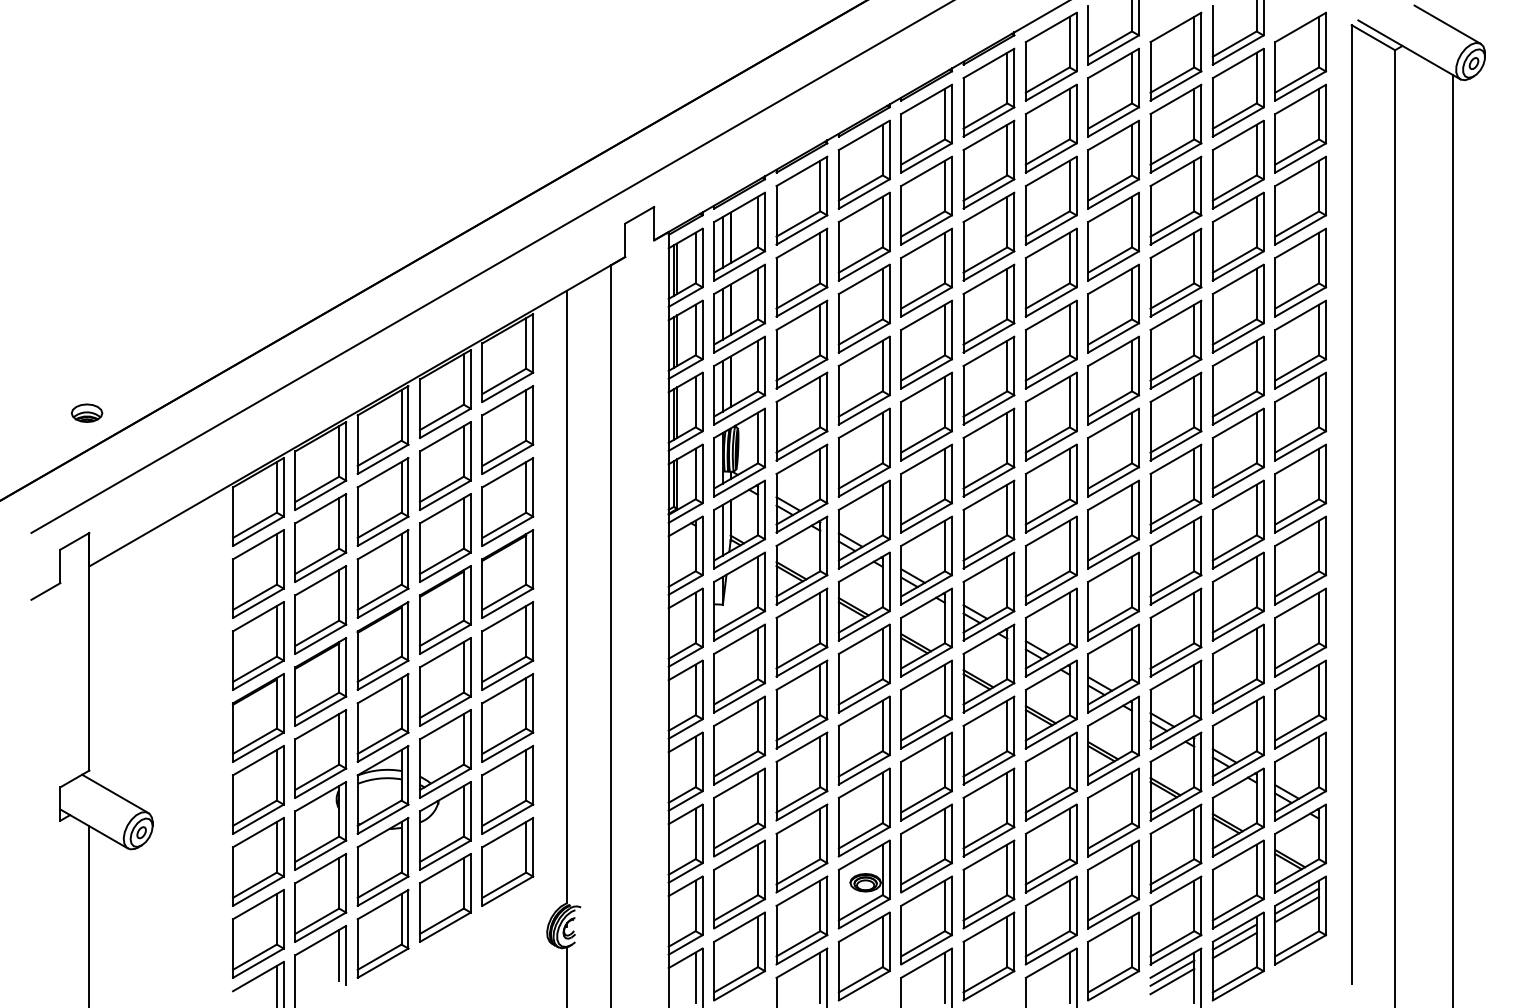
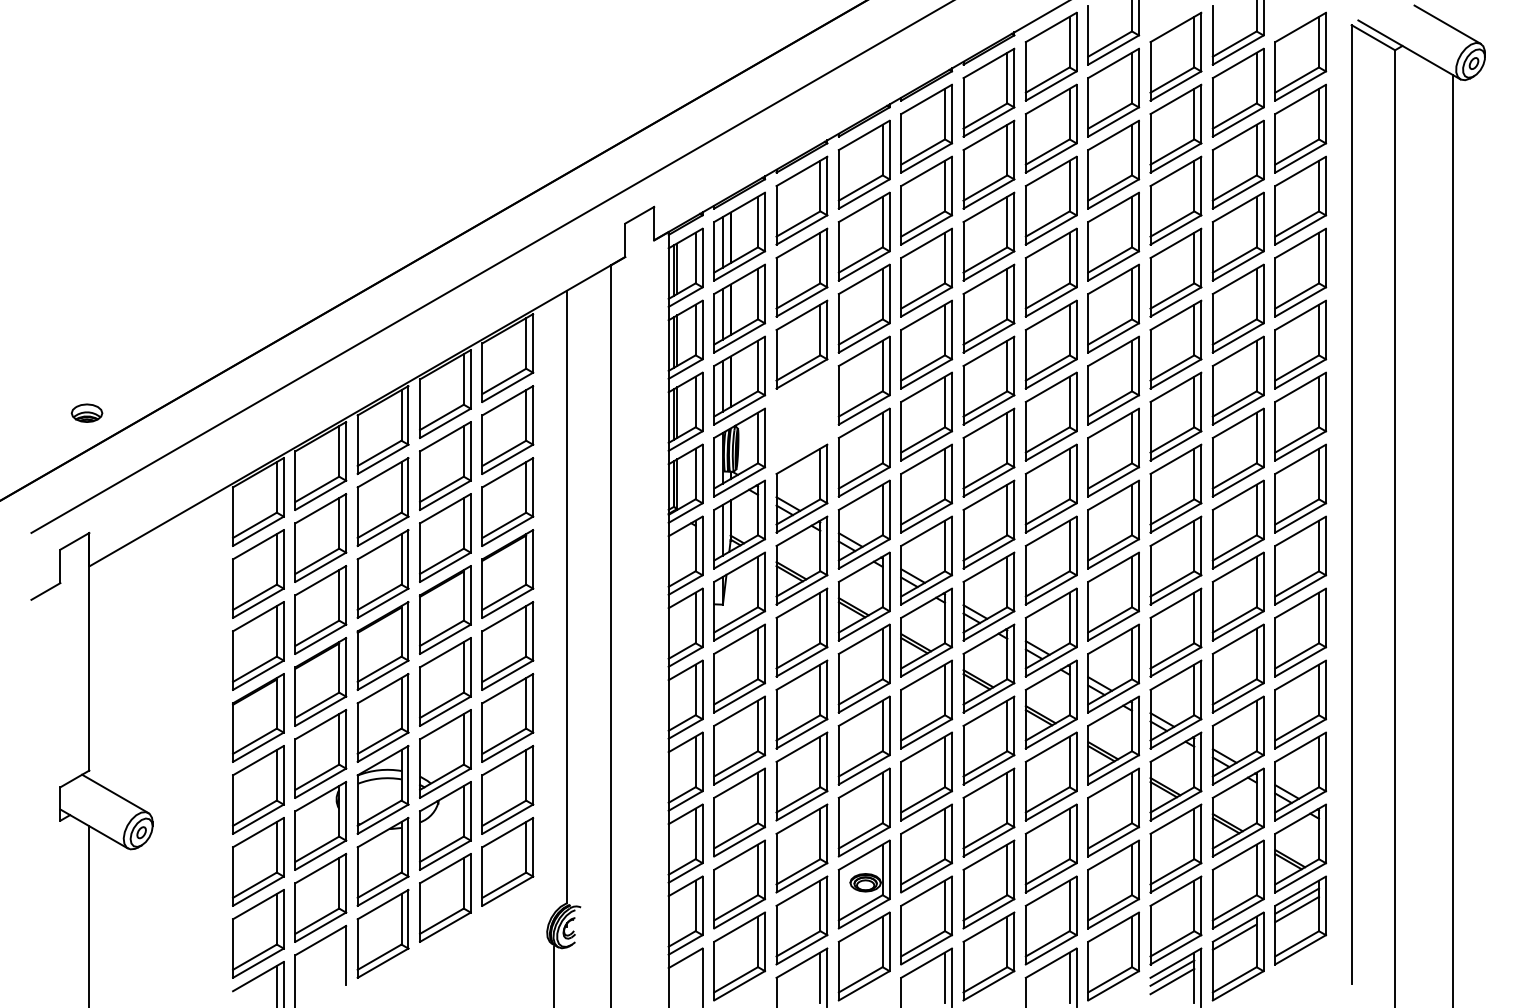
part at (801, 416): present -> none
line at (1234, 945): present -> none
line at (339, 954): present -> none
line at (567, 975) position: (567, 975) -> (554, 975)
line at (695, 977): present -> none
